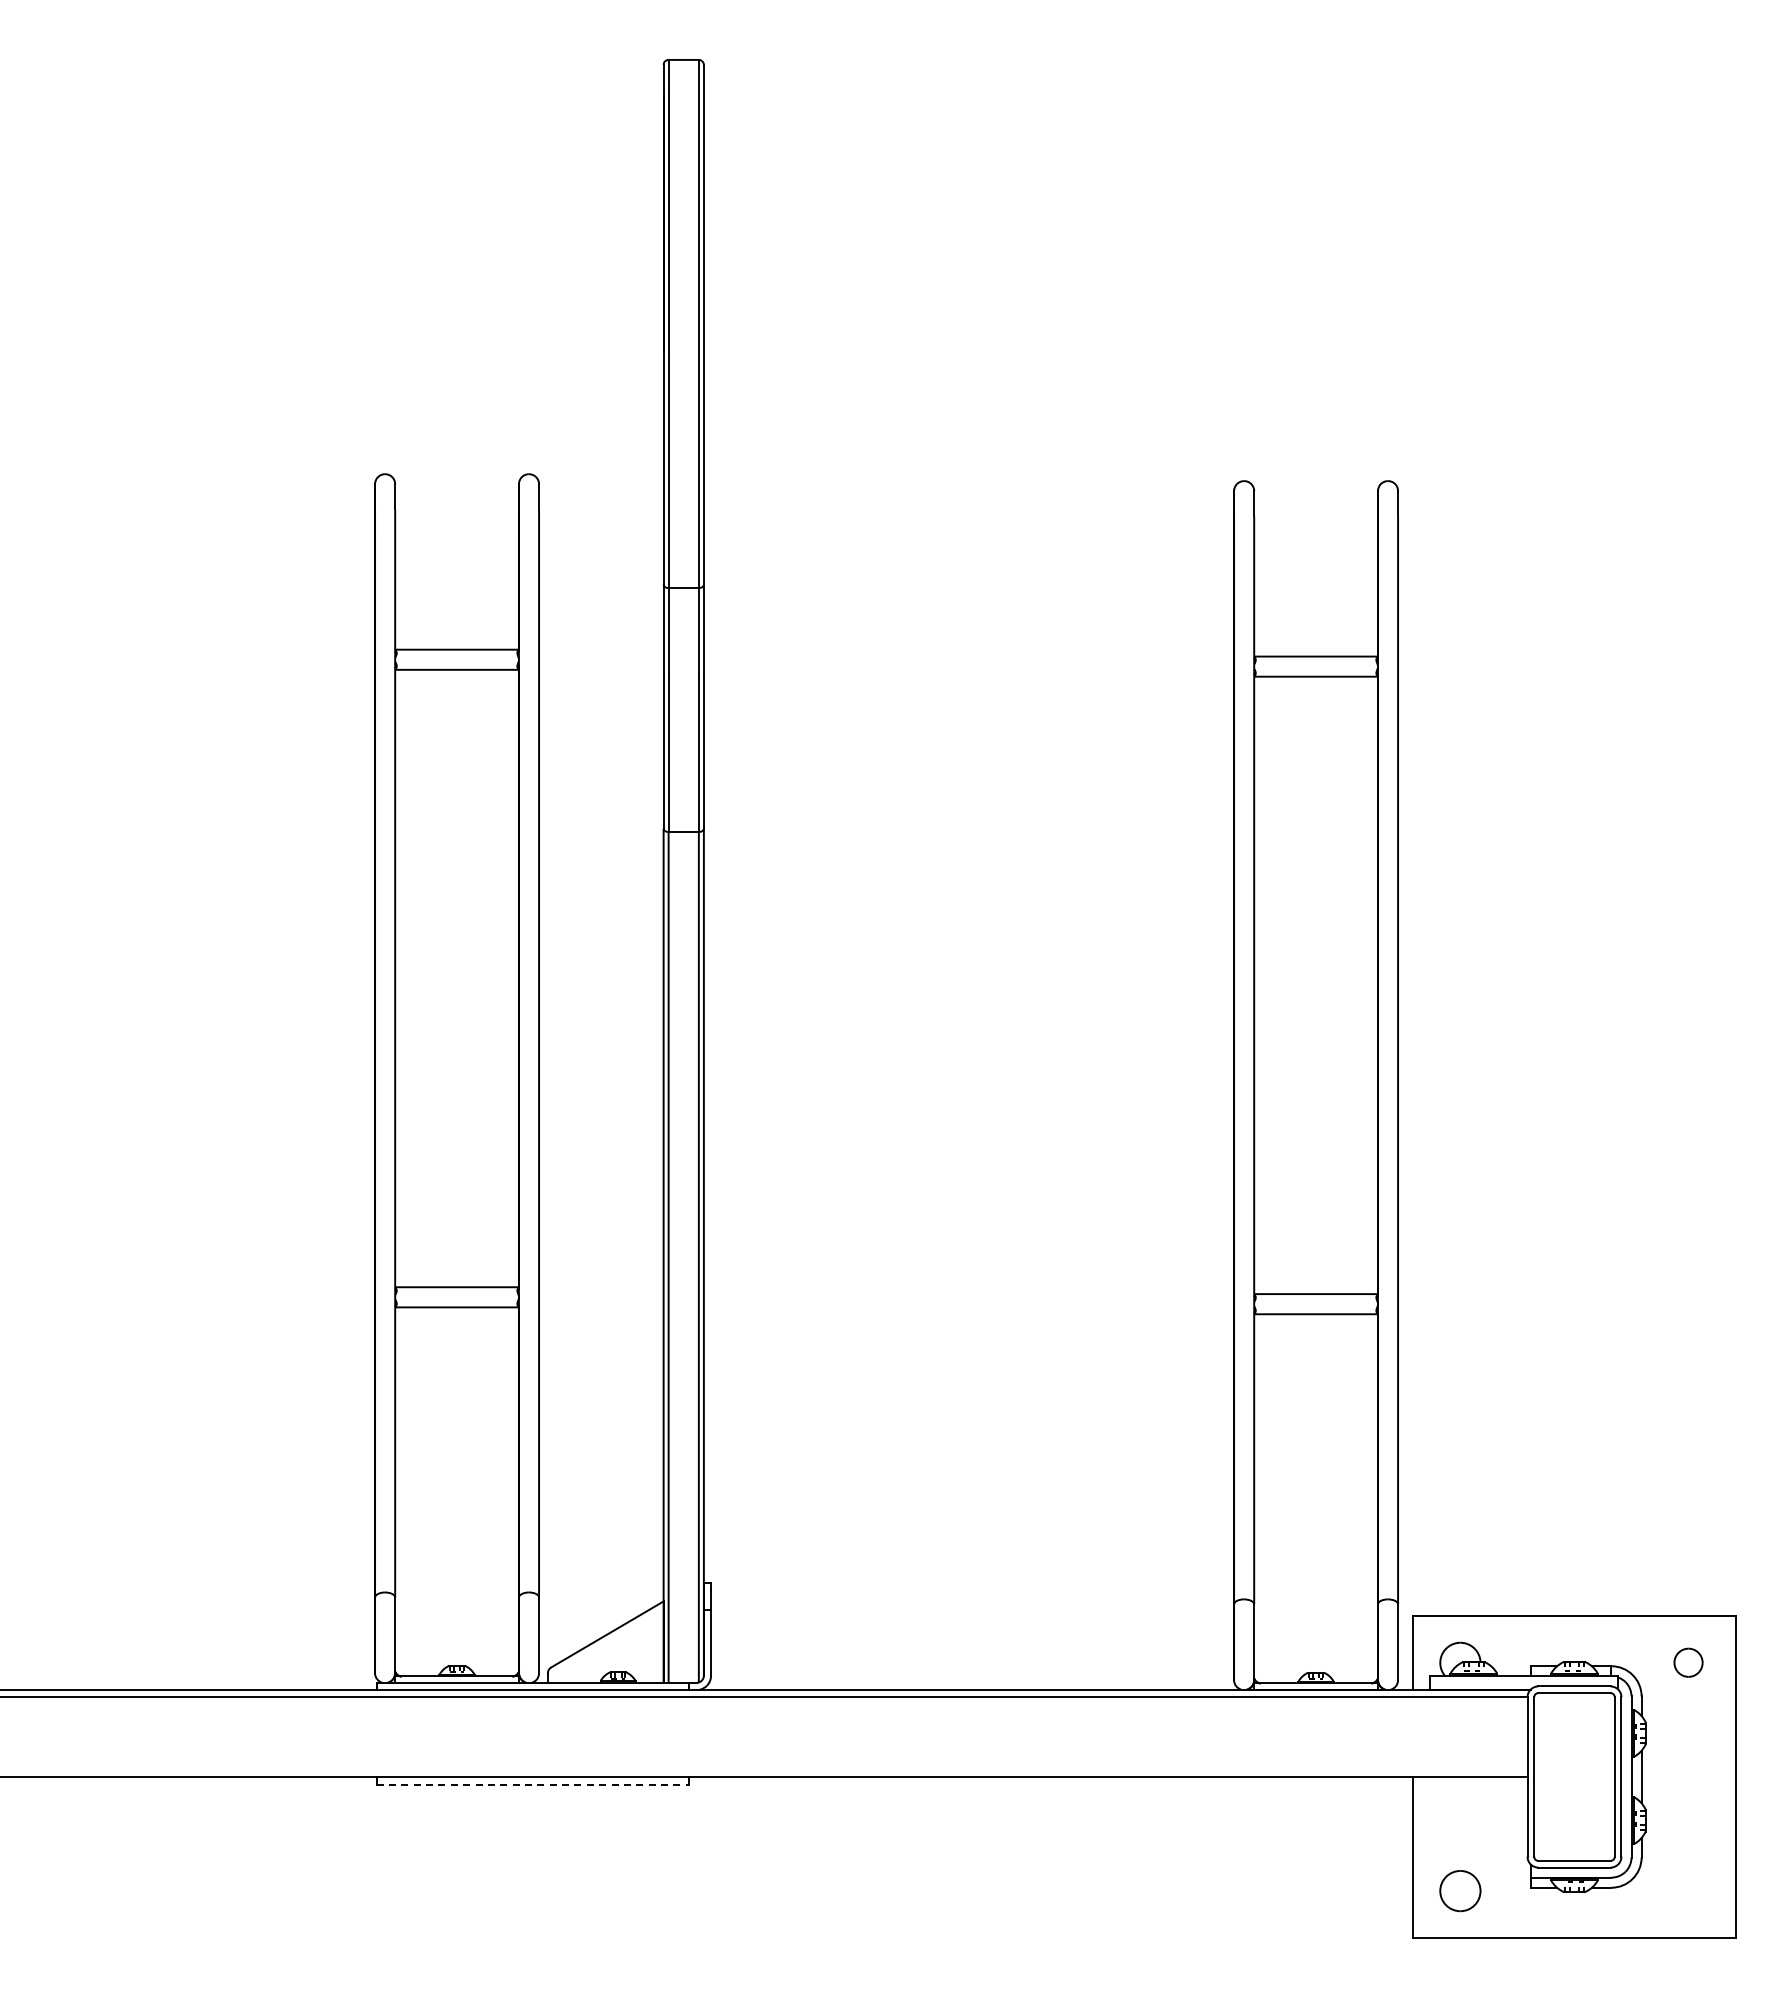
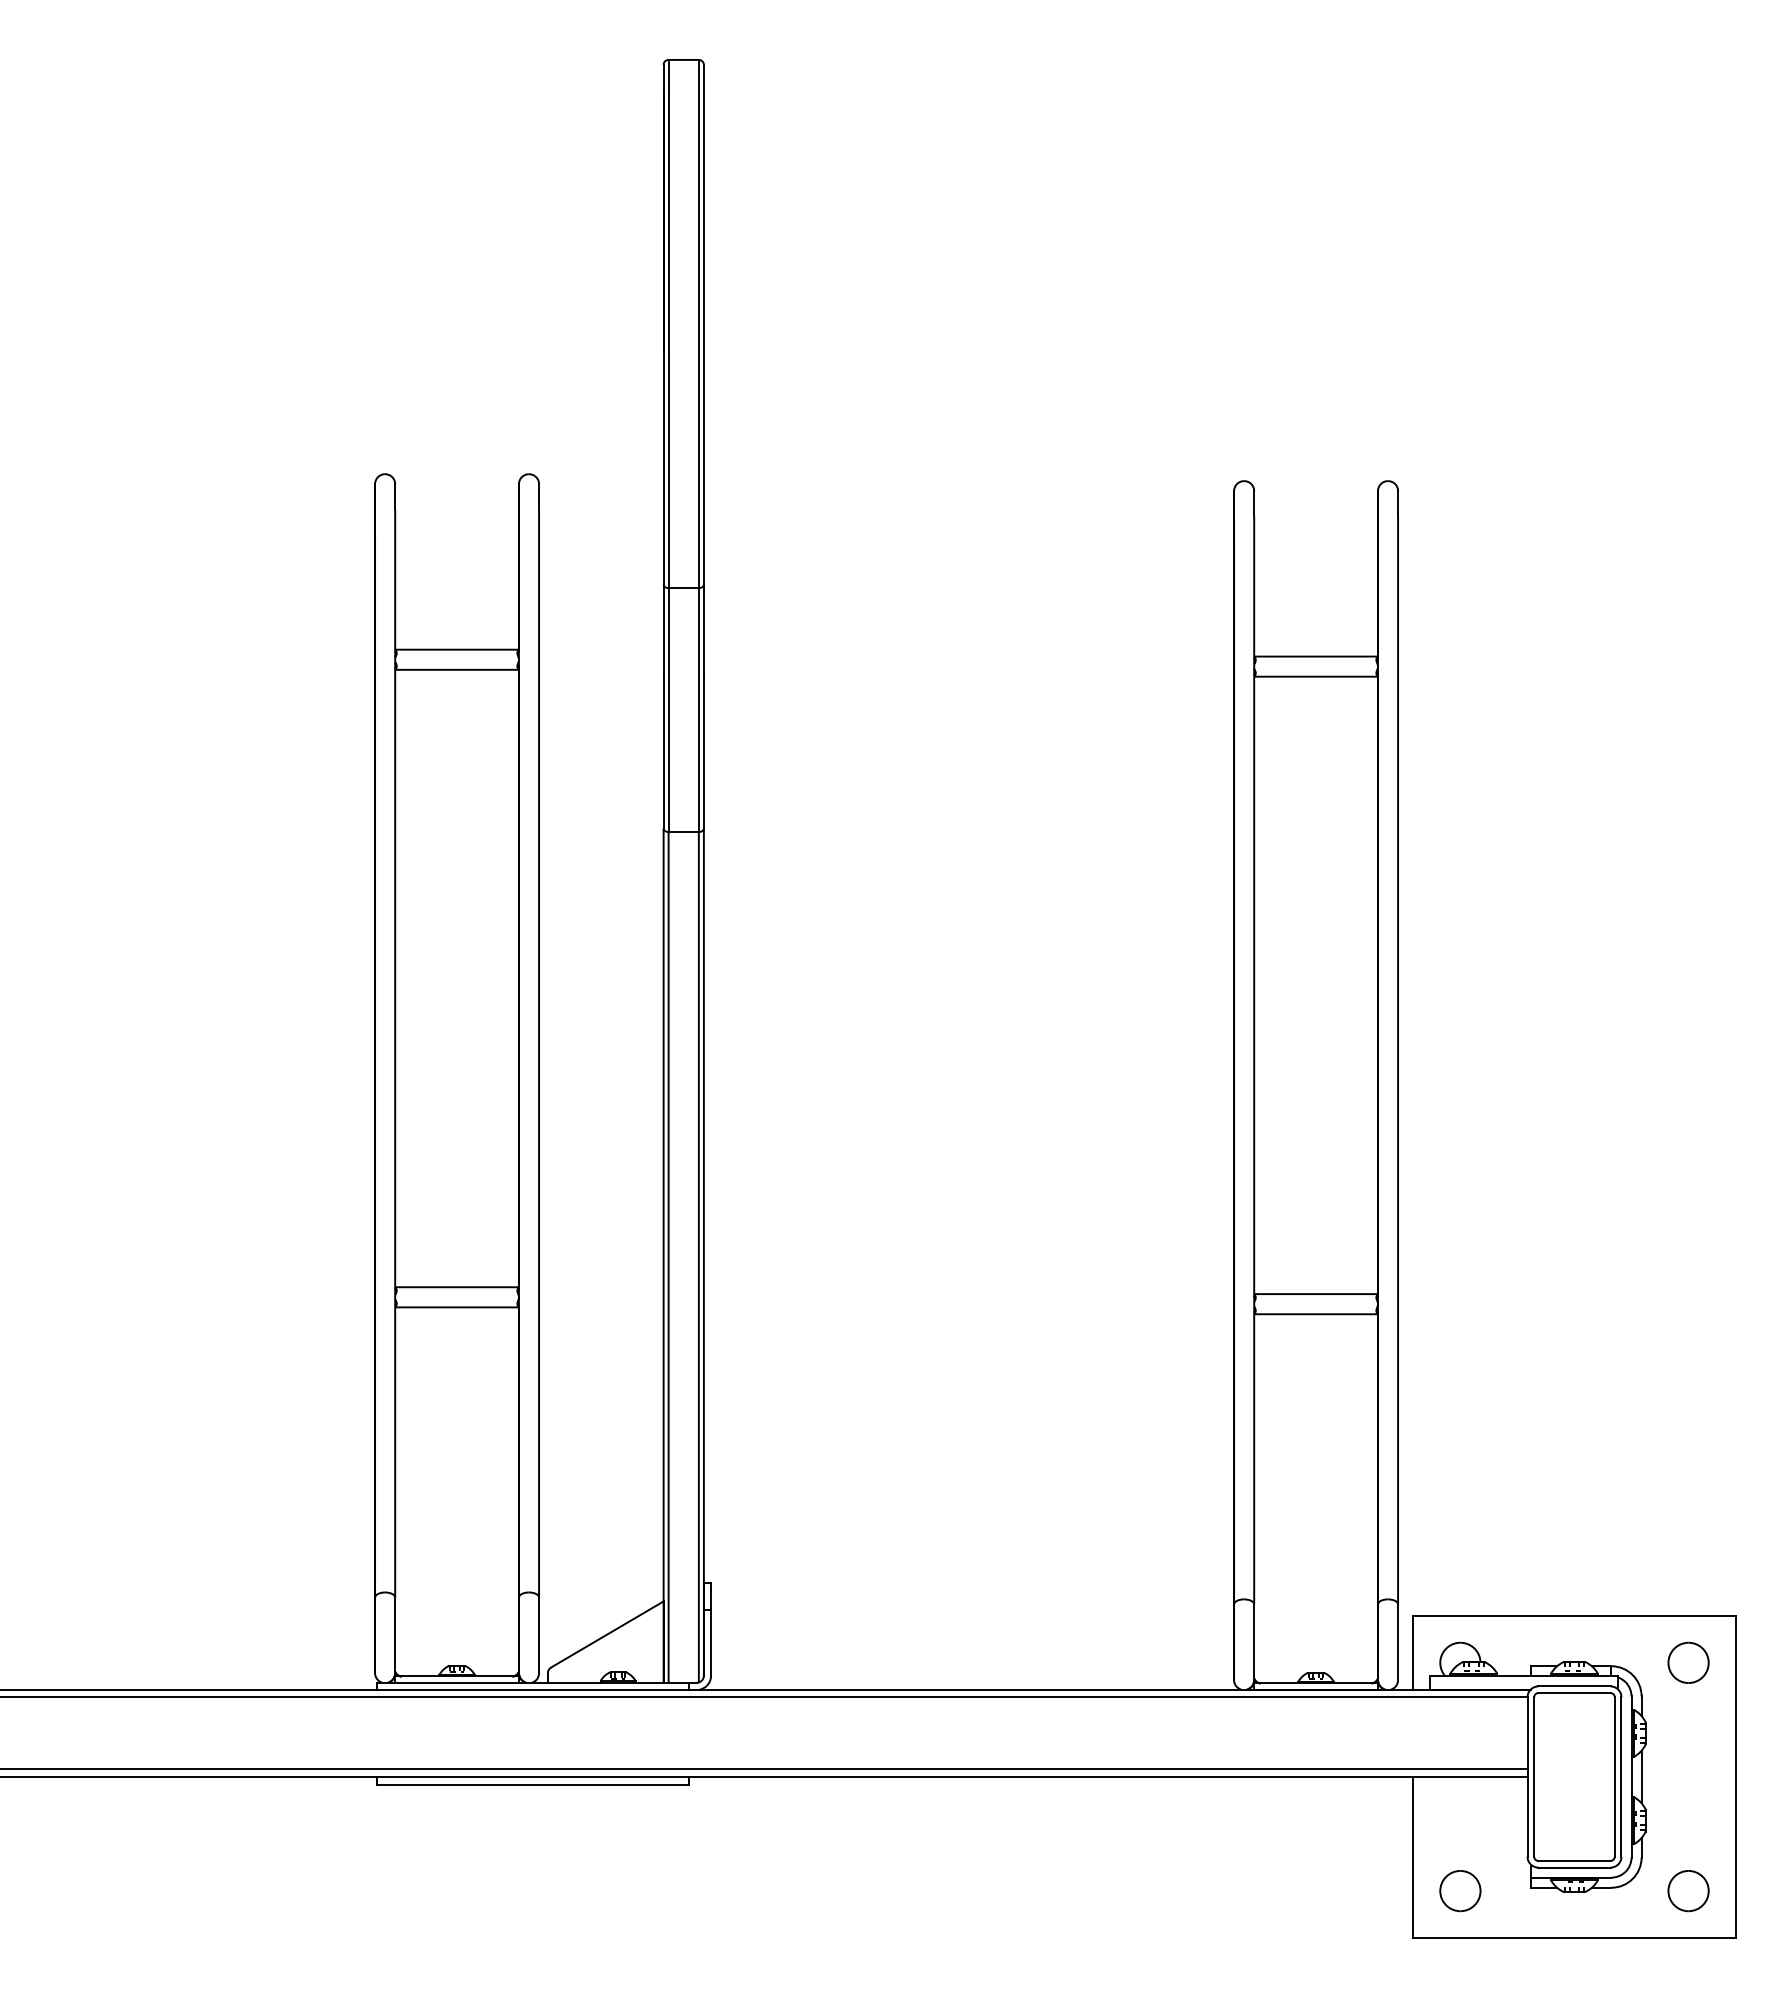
part at (1688, 1662) size: 31x31 px -> 43x43 px
line at (764, 1769): none -> present
line at (533, 1785): dashed -> solid
part at (1688, 1891): none -> present
